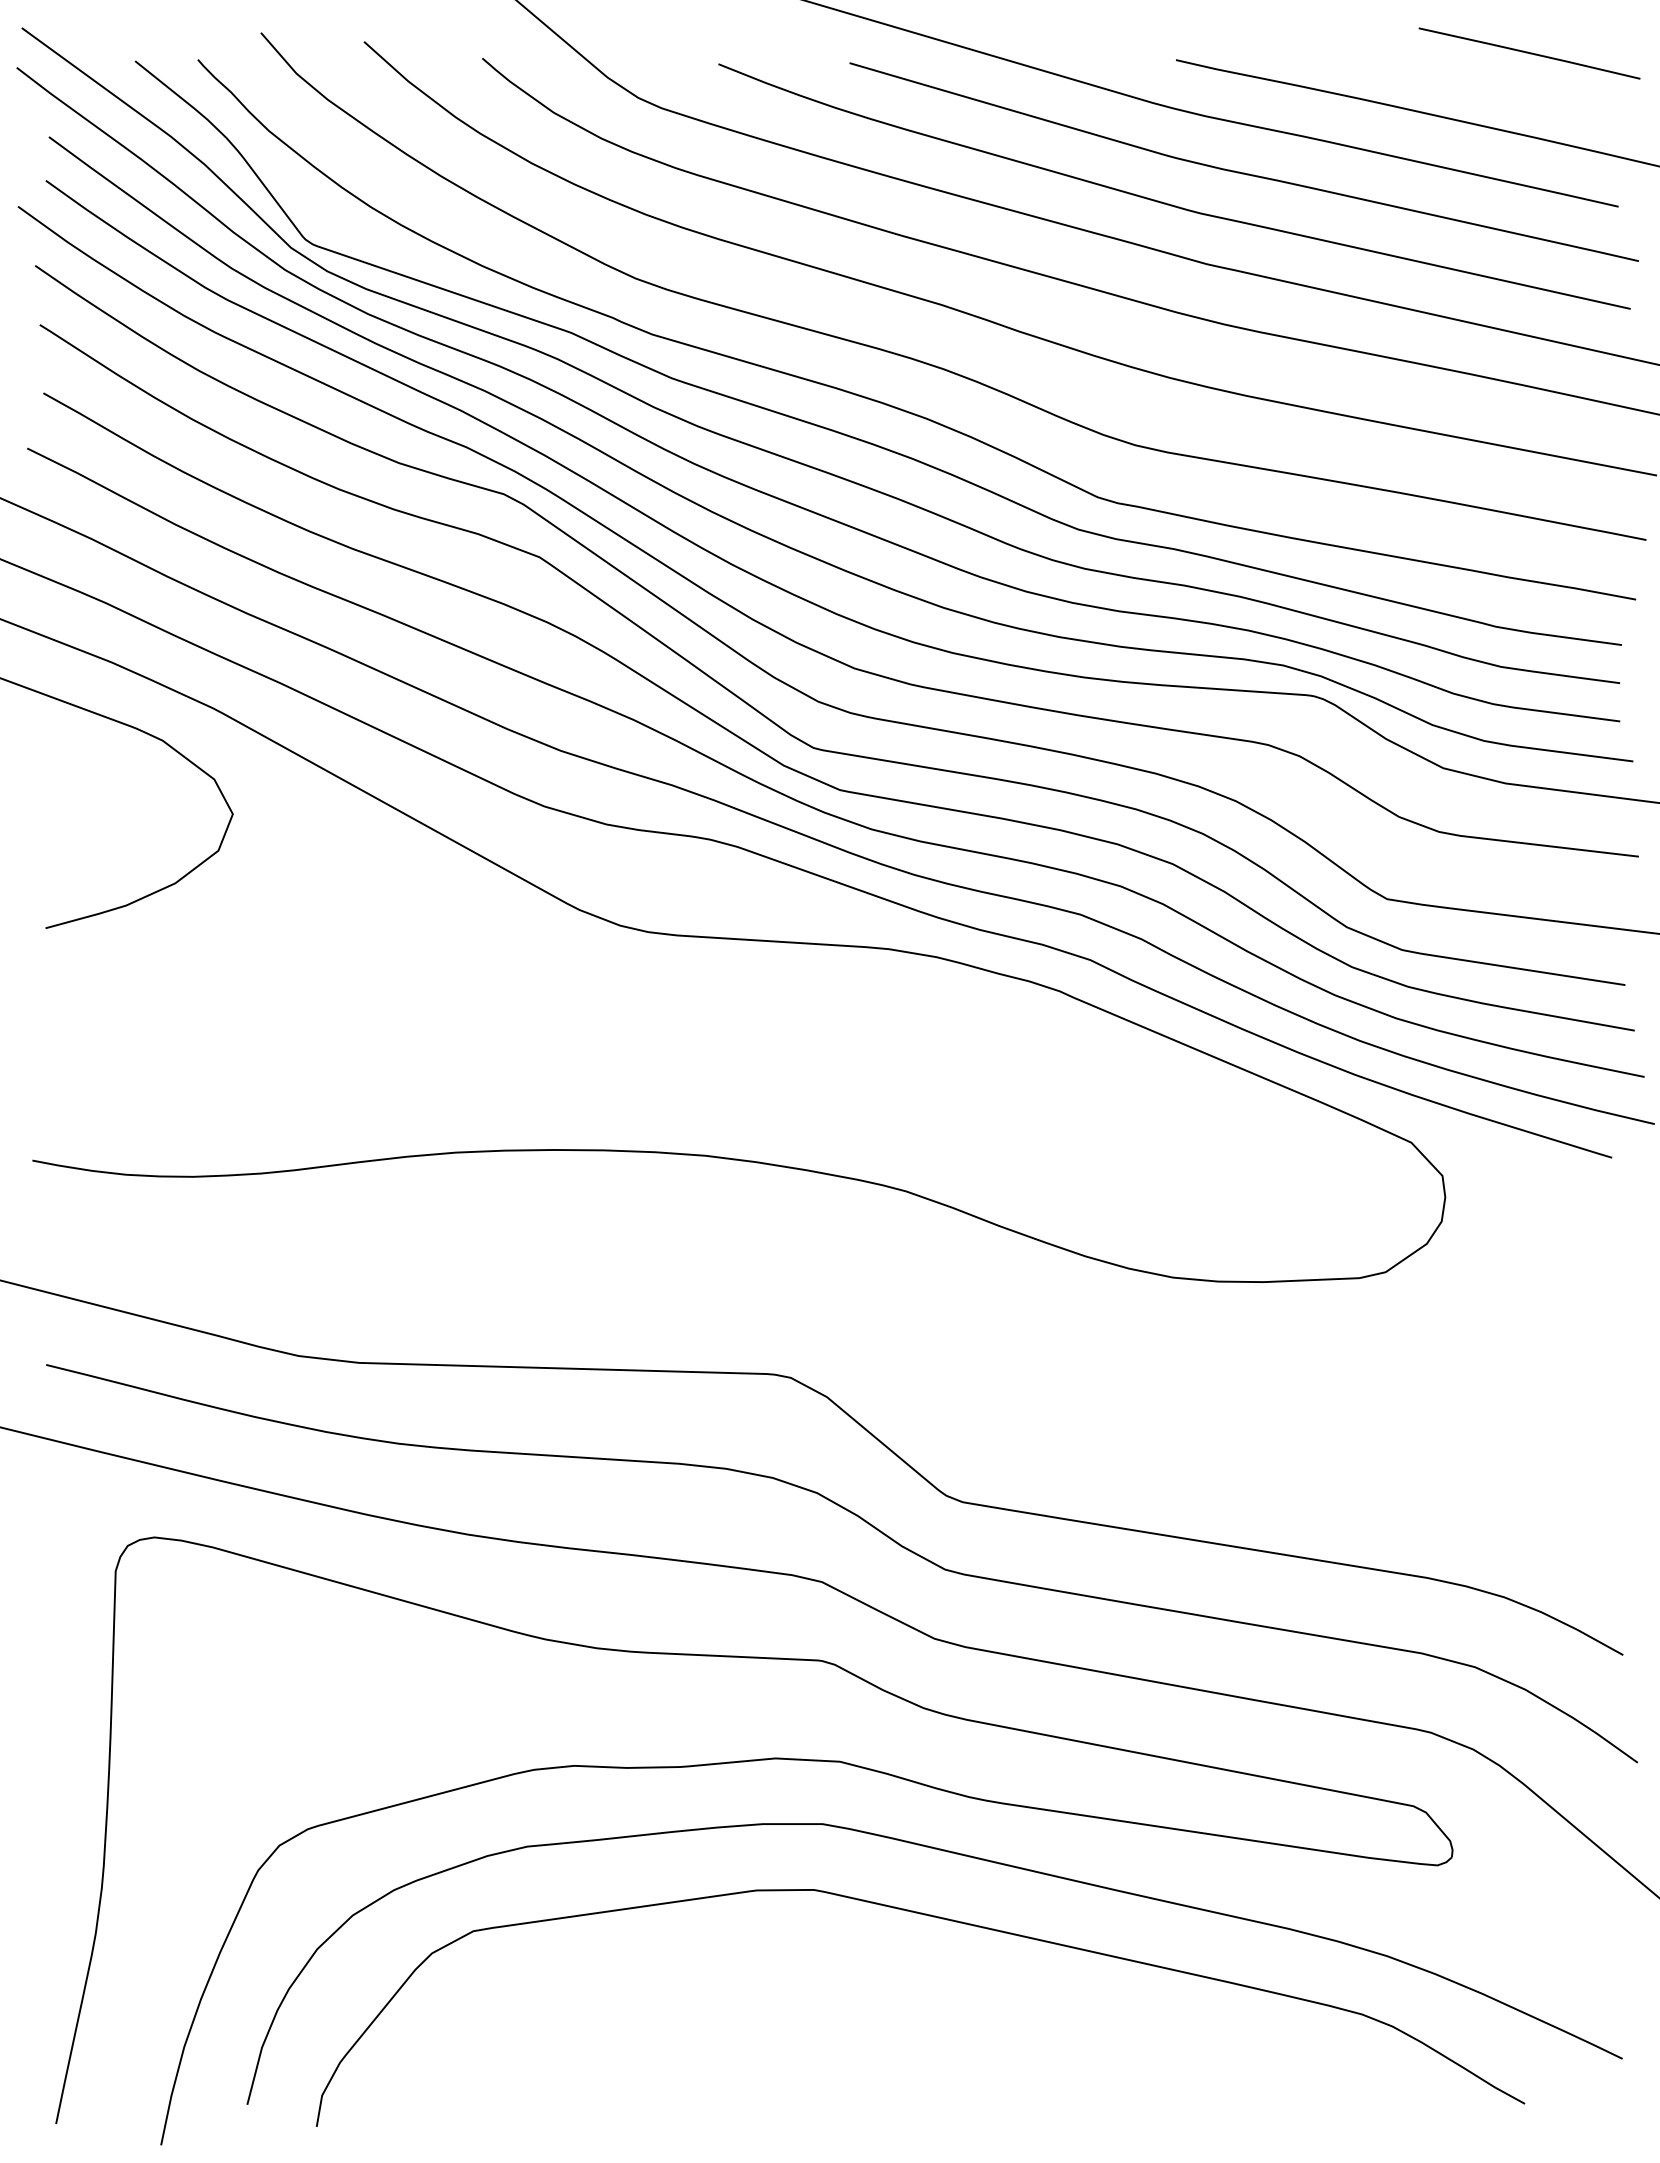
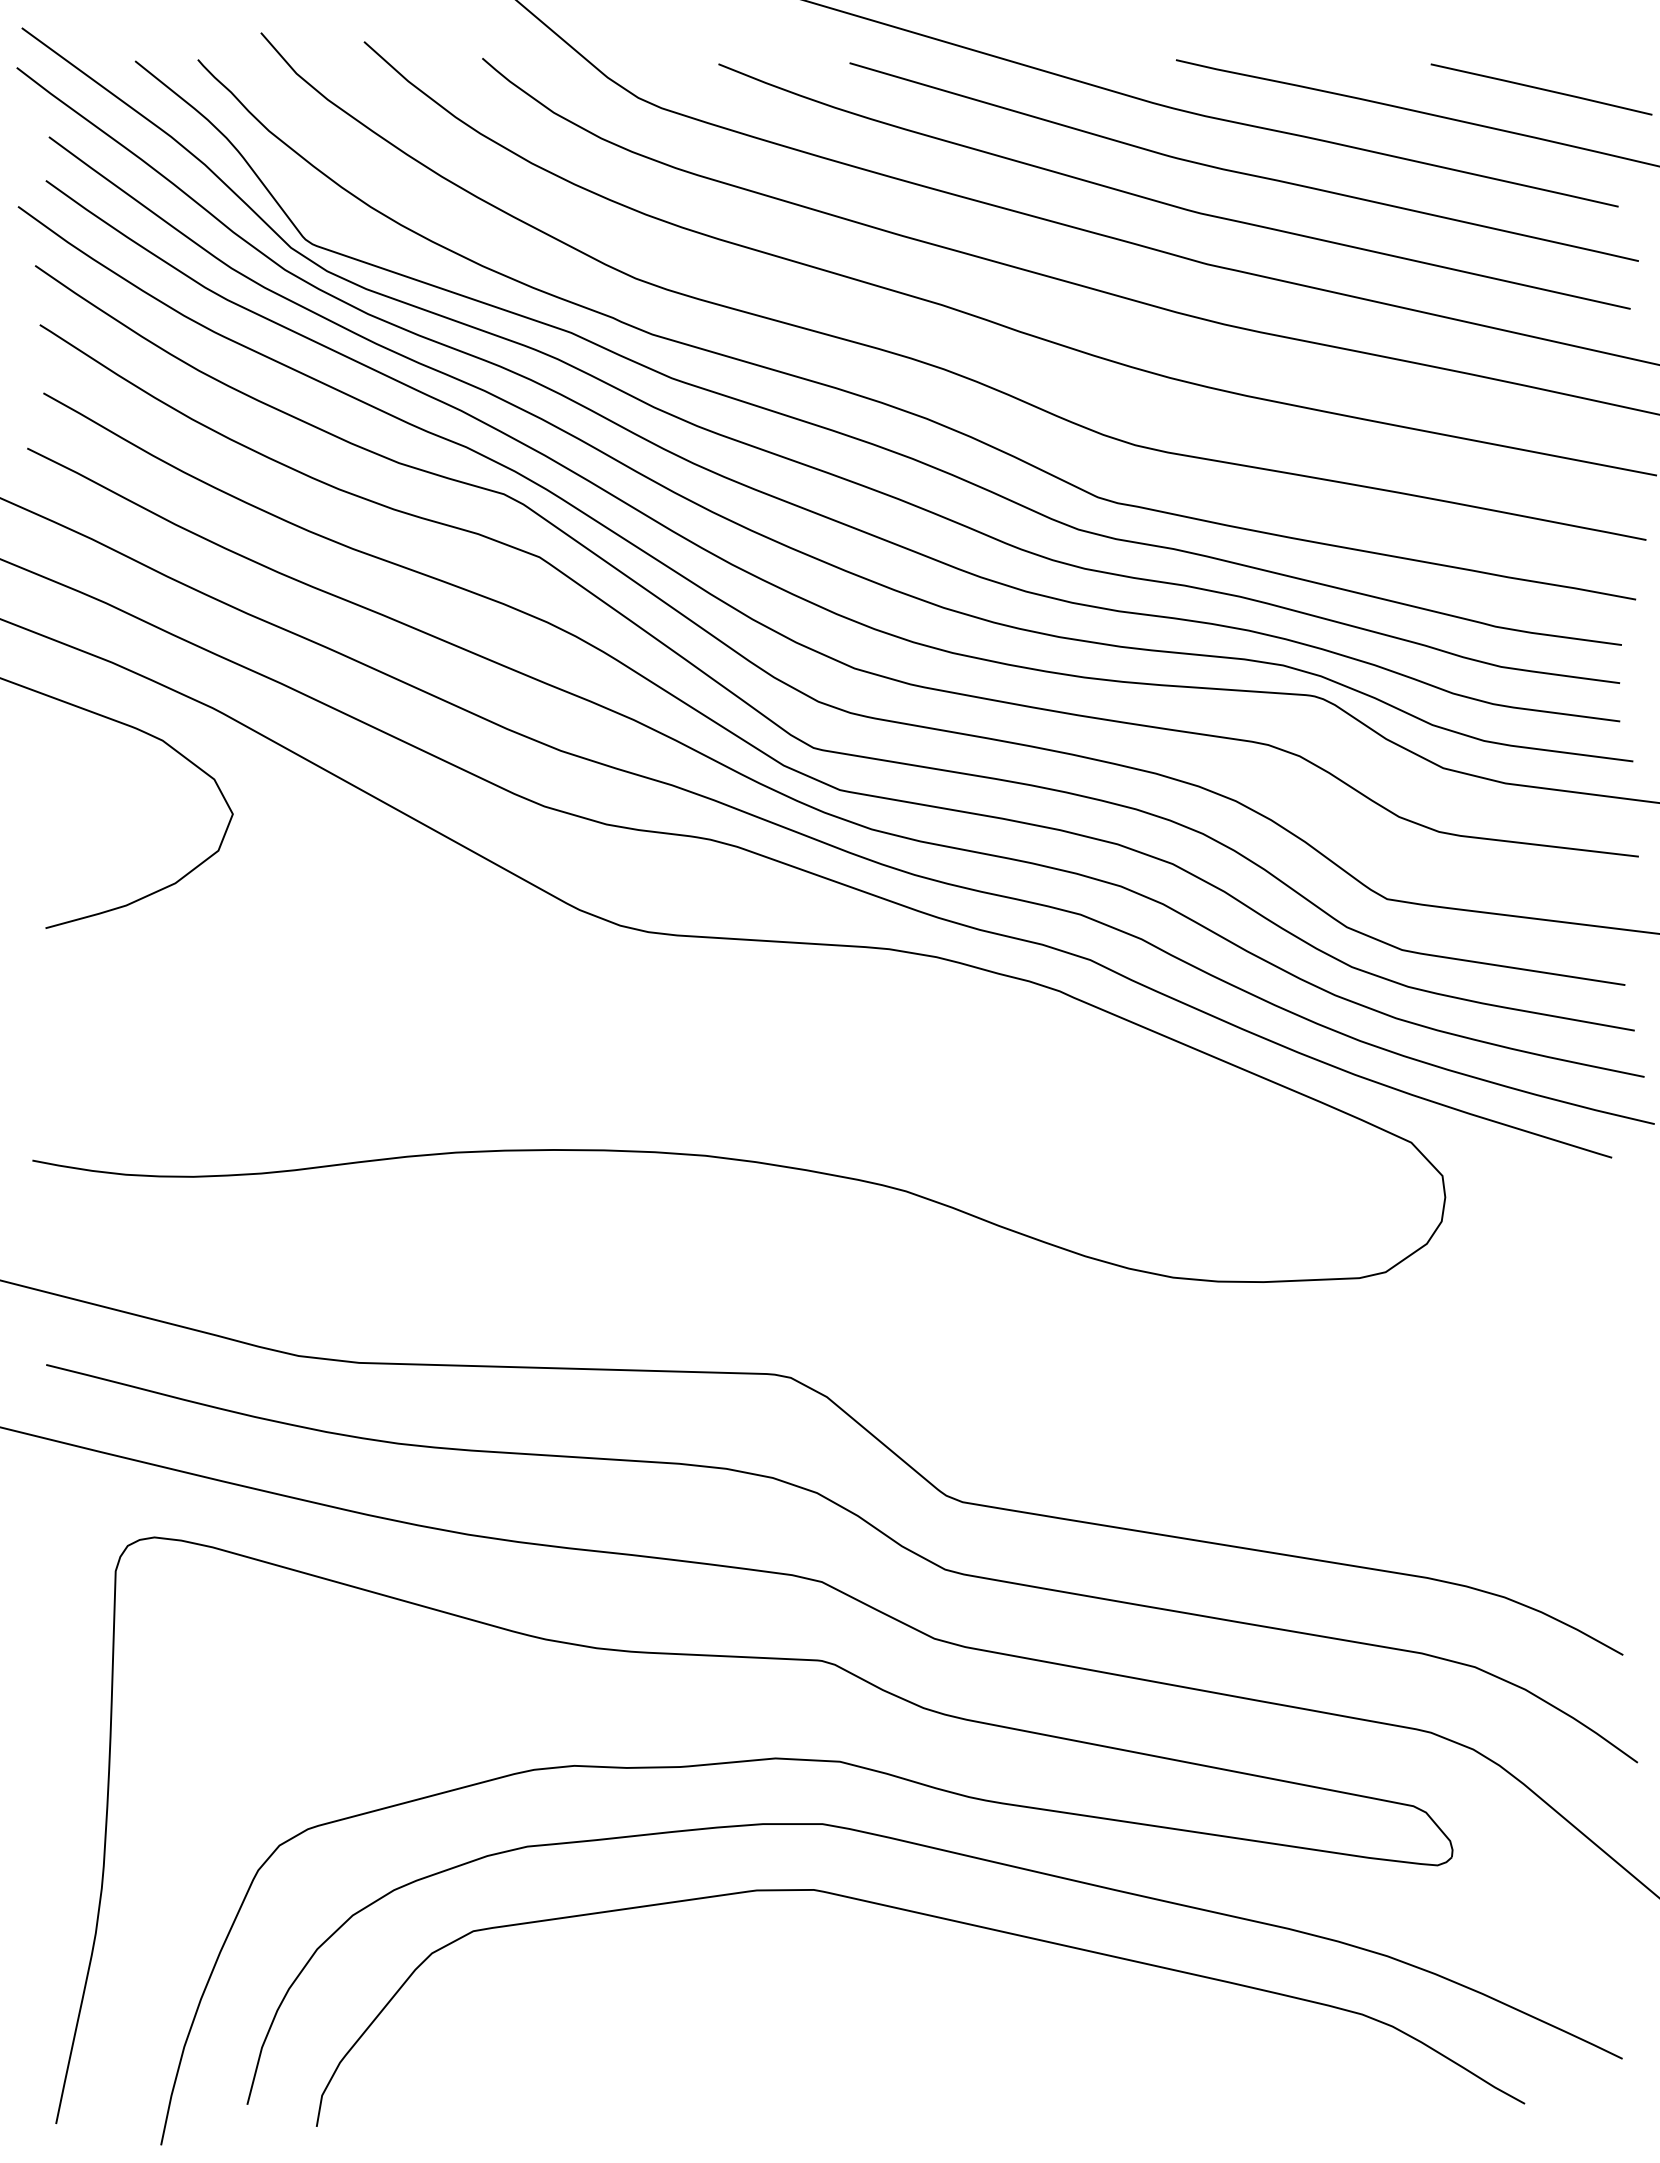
line at (1529, 53) position: (1529, 53) -> (1541, 89)
